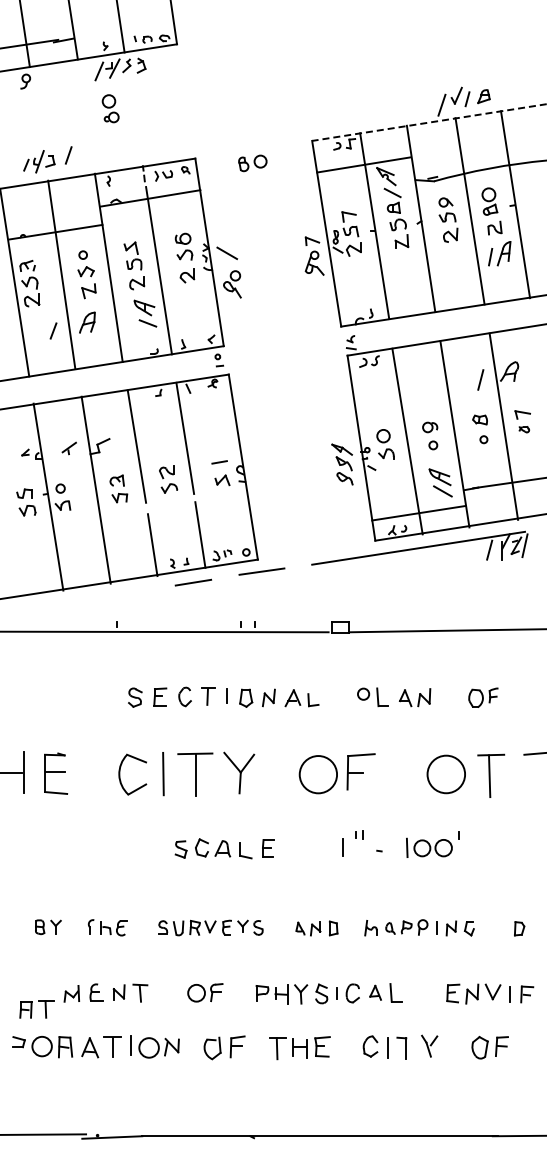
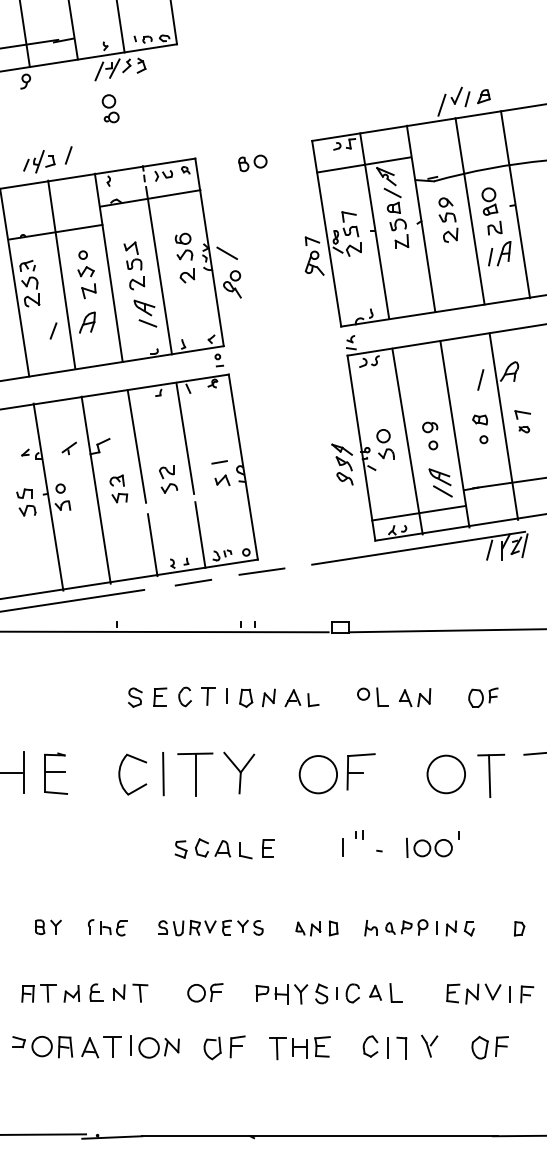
line at (428, 122): dashed -> solid
line at (73, 600): none -> present
part at (36, 1009) position: (36, 1009) -> (38, 993)
